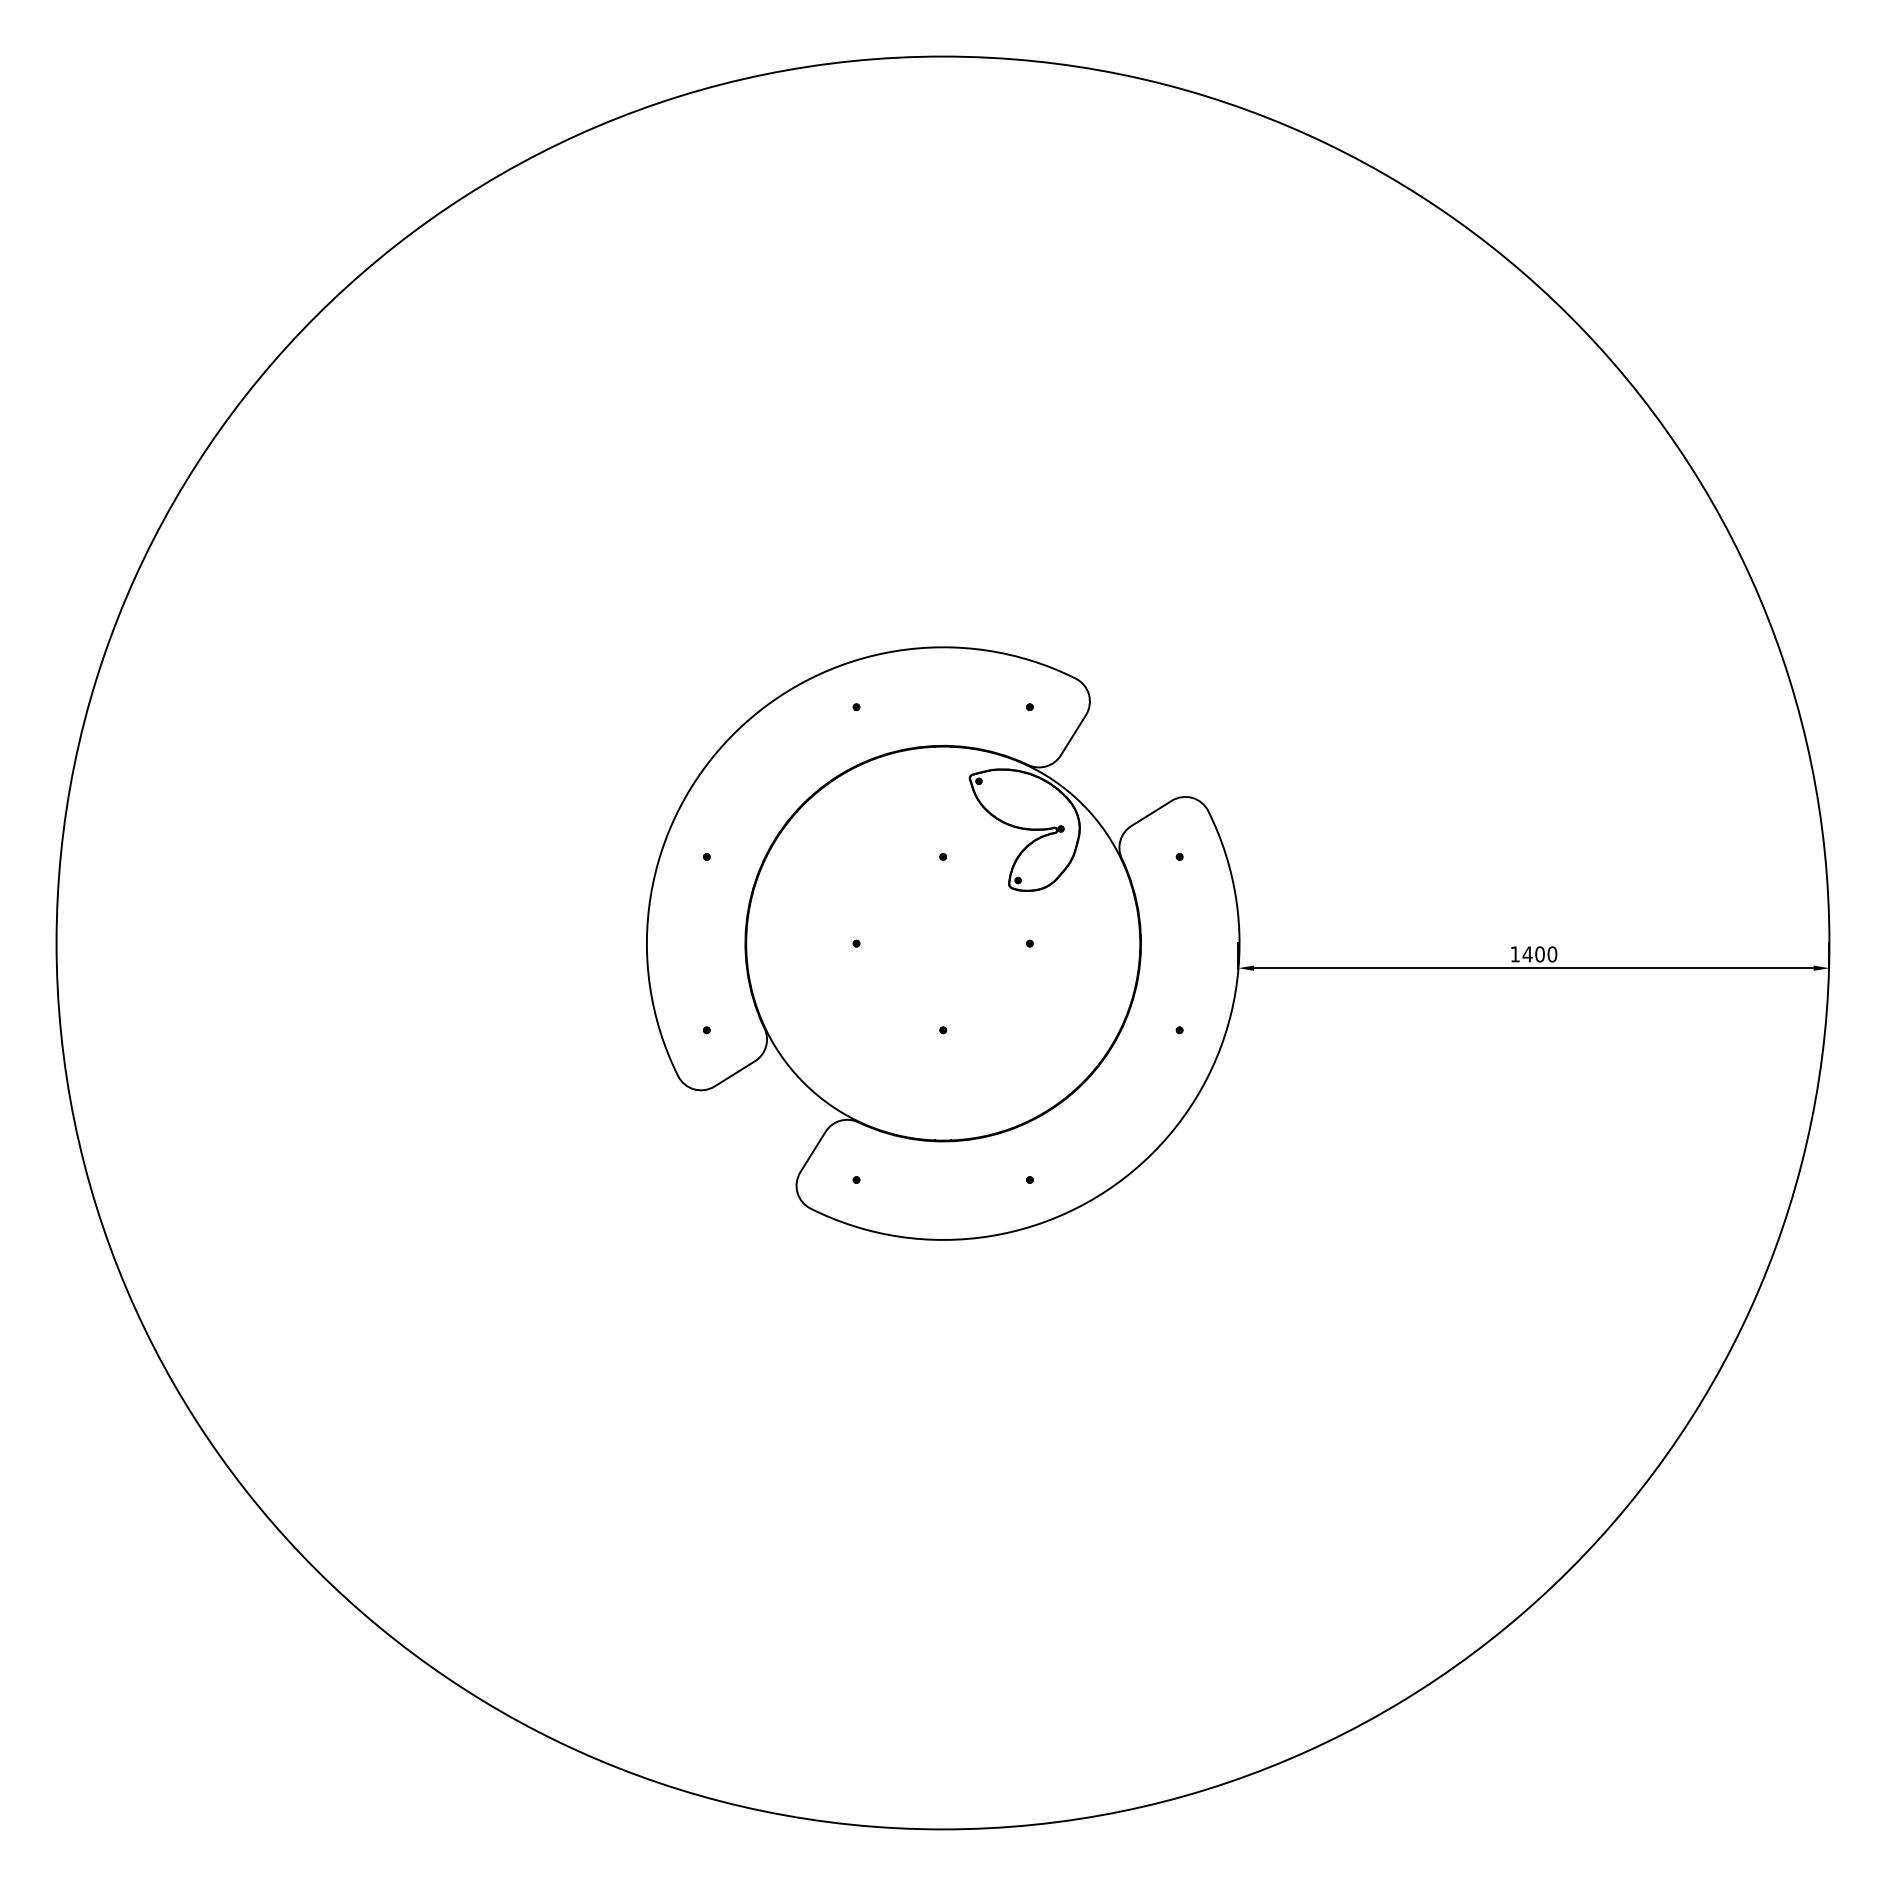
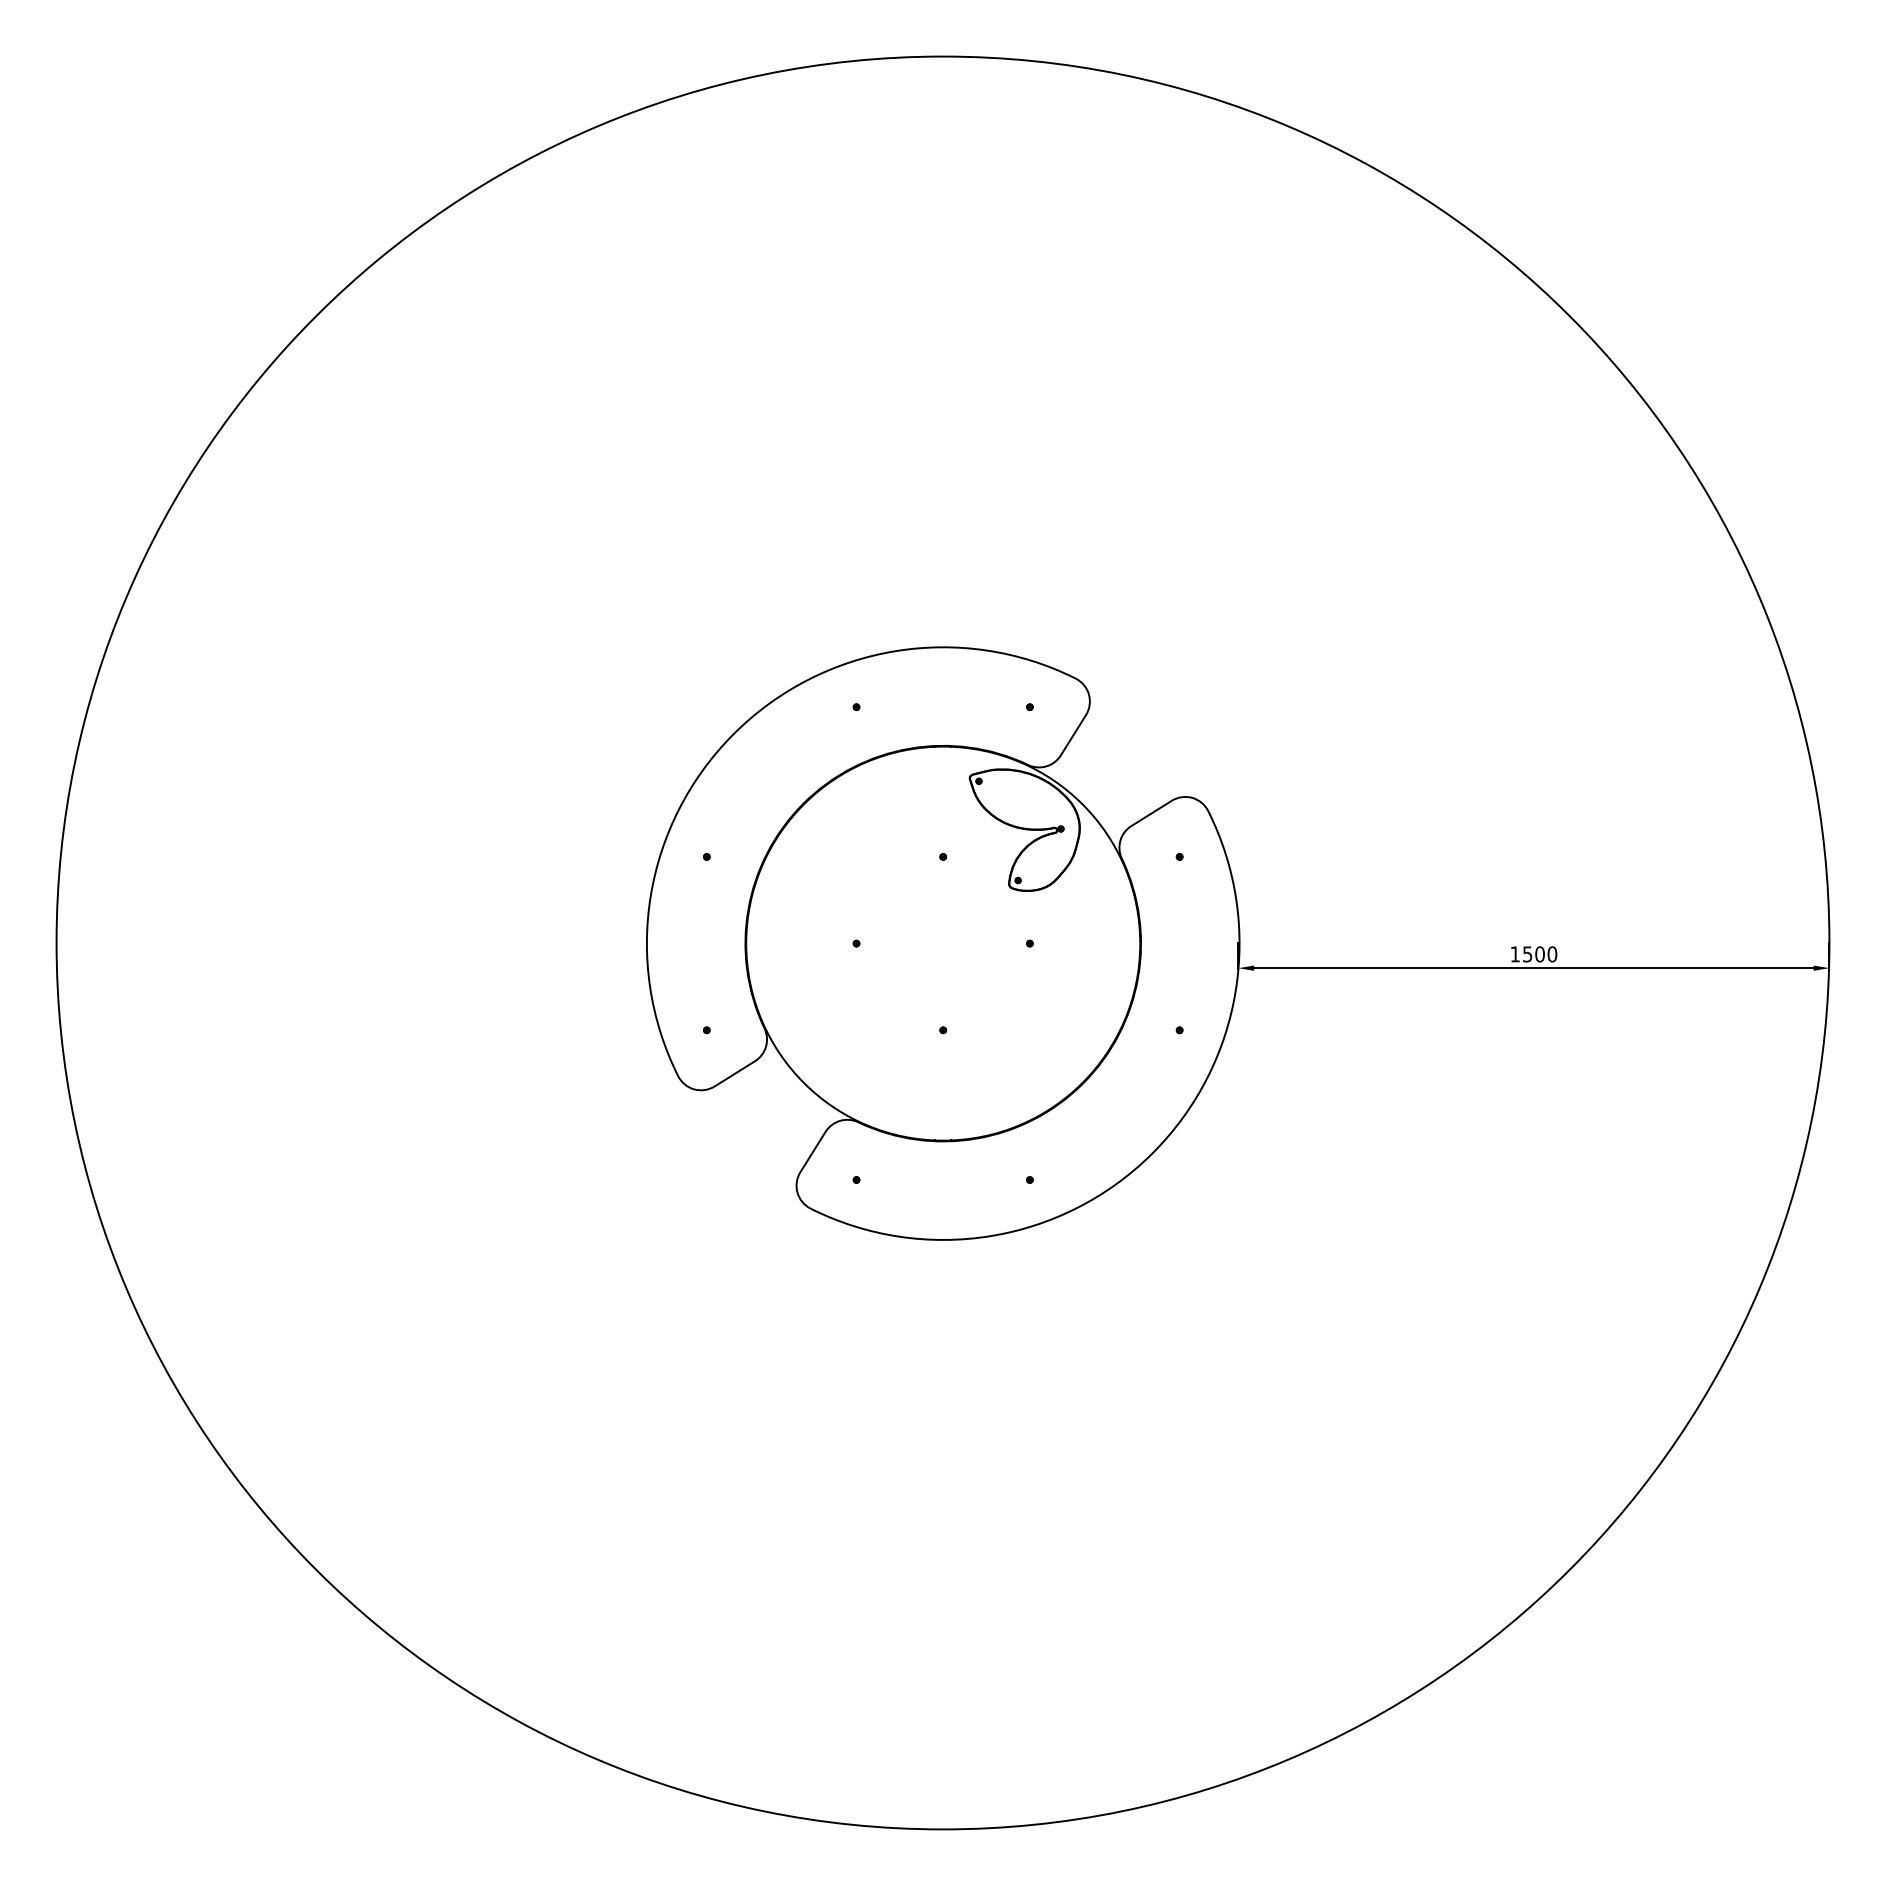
text at (1527, 954): 1400 -> 1500
